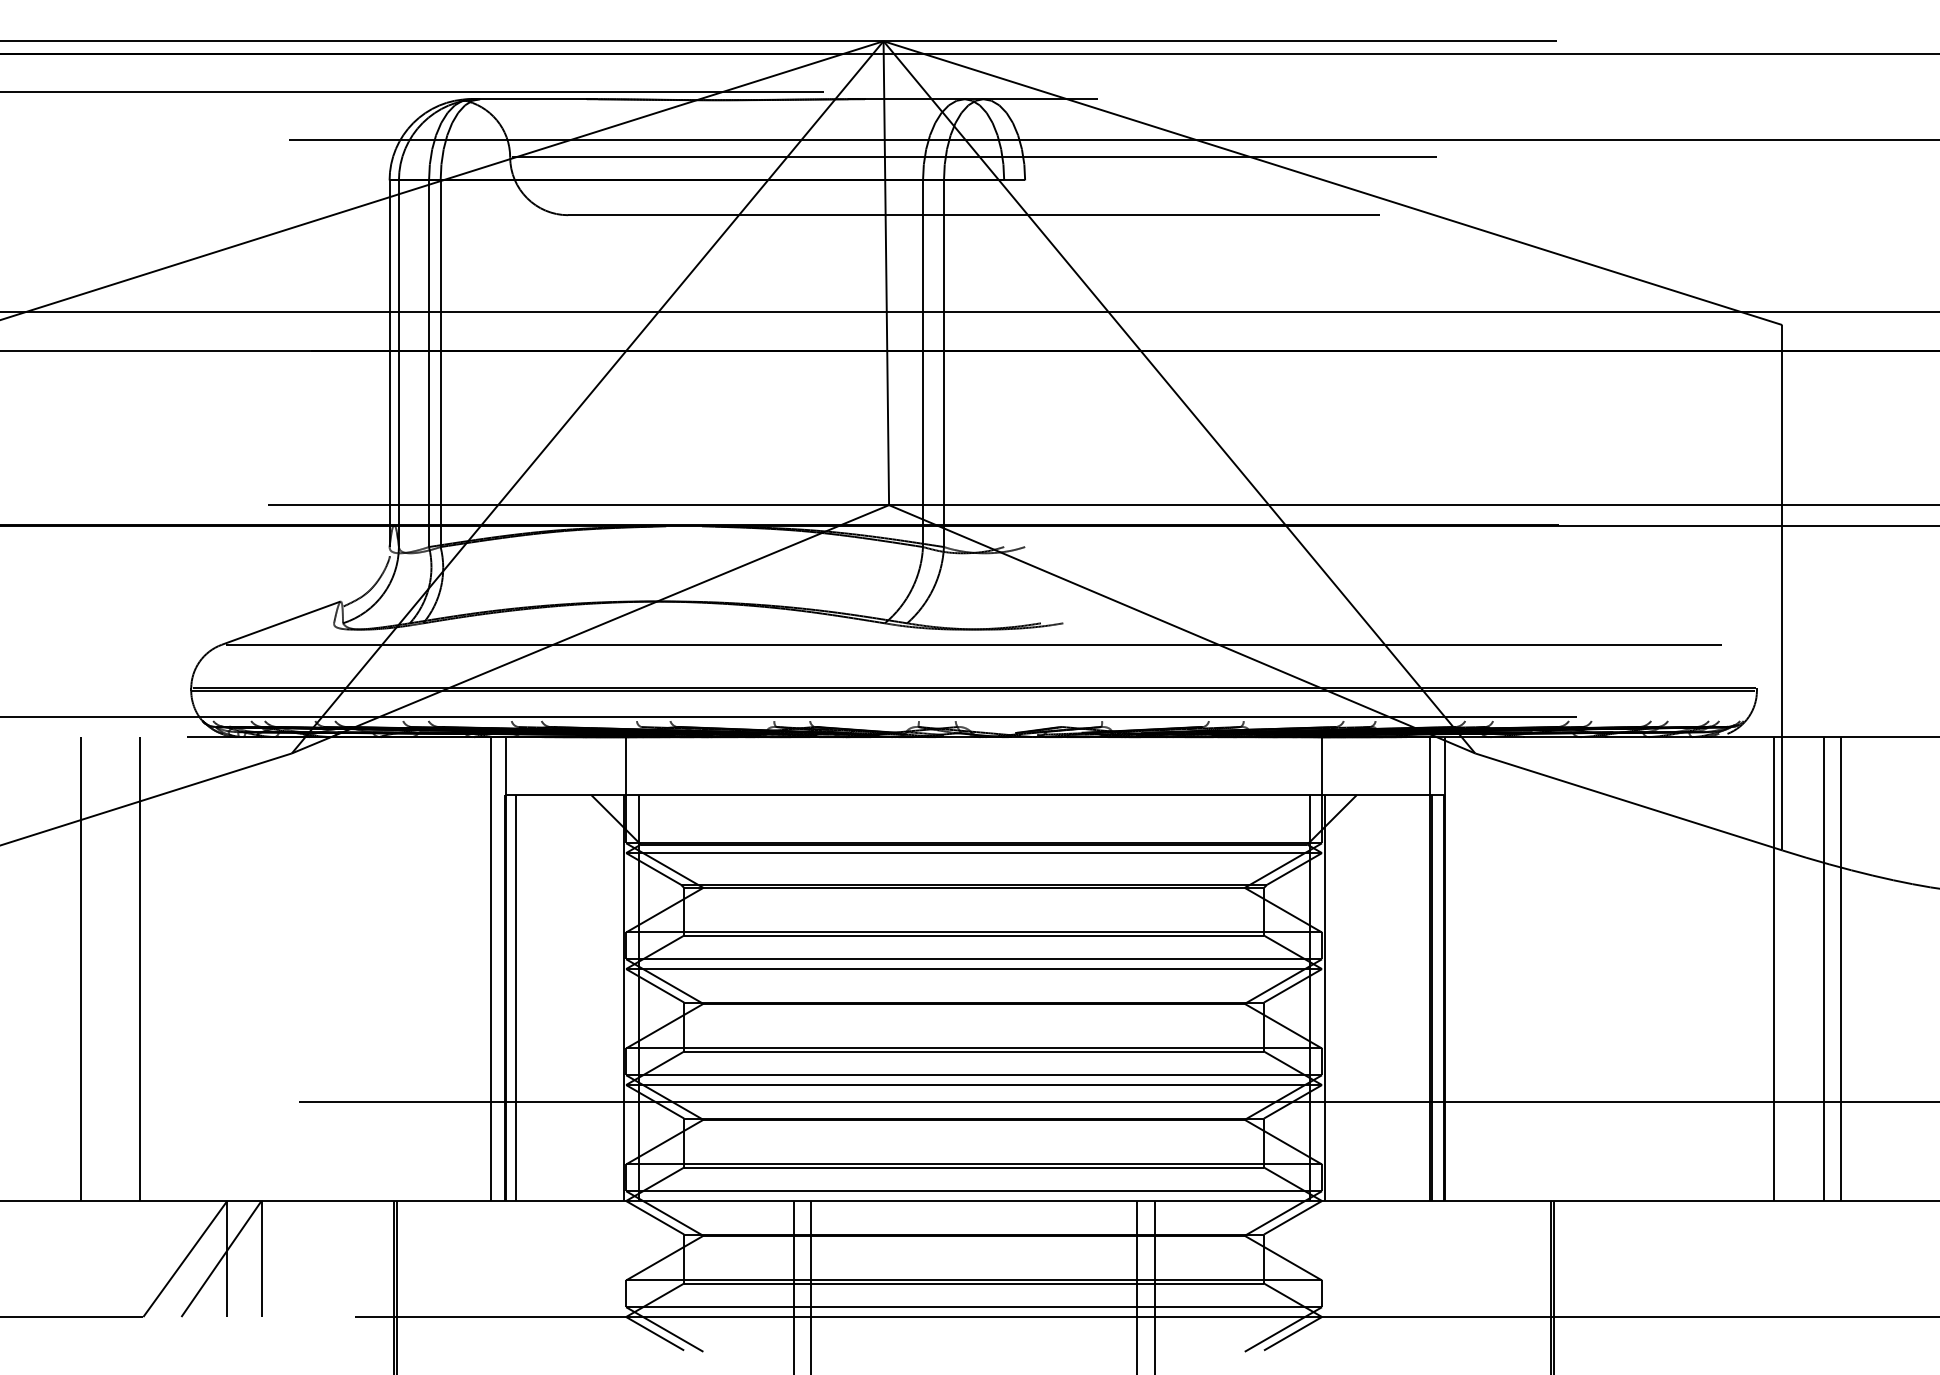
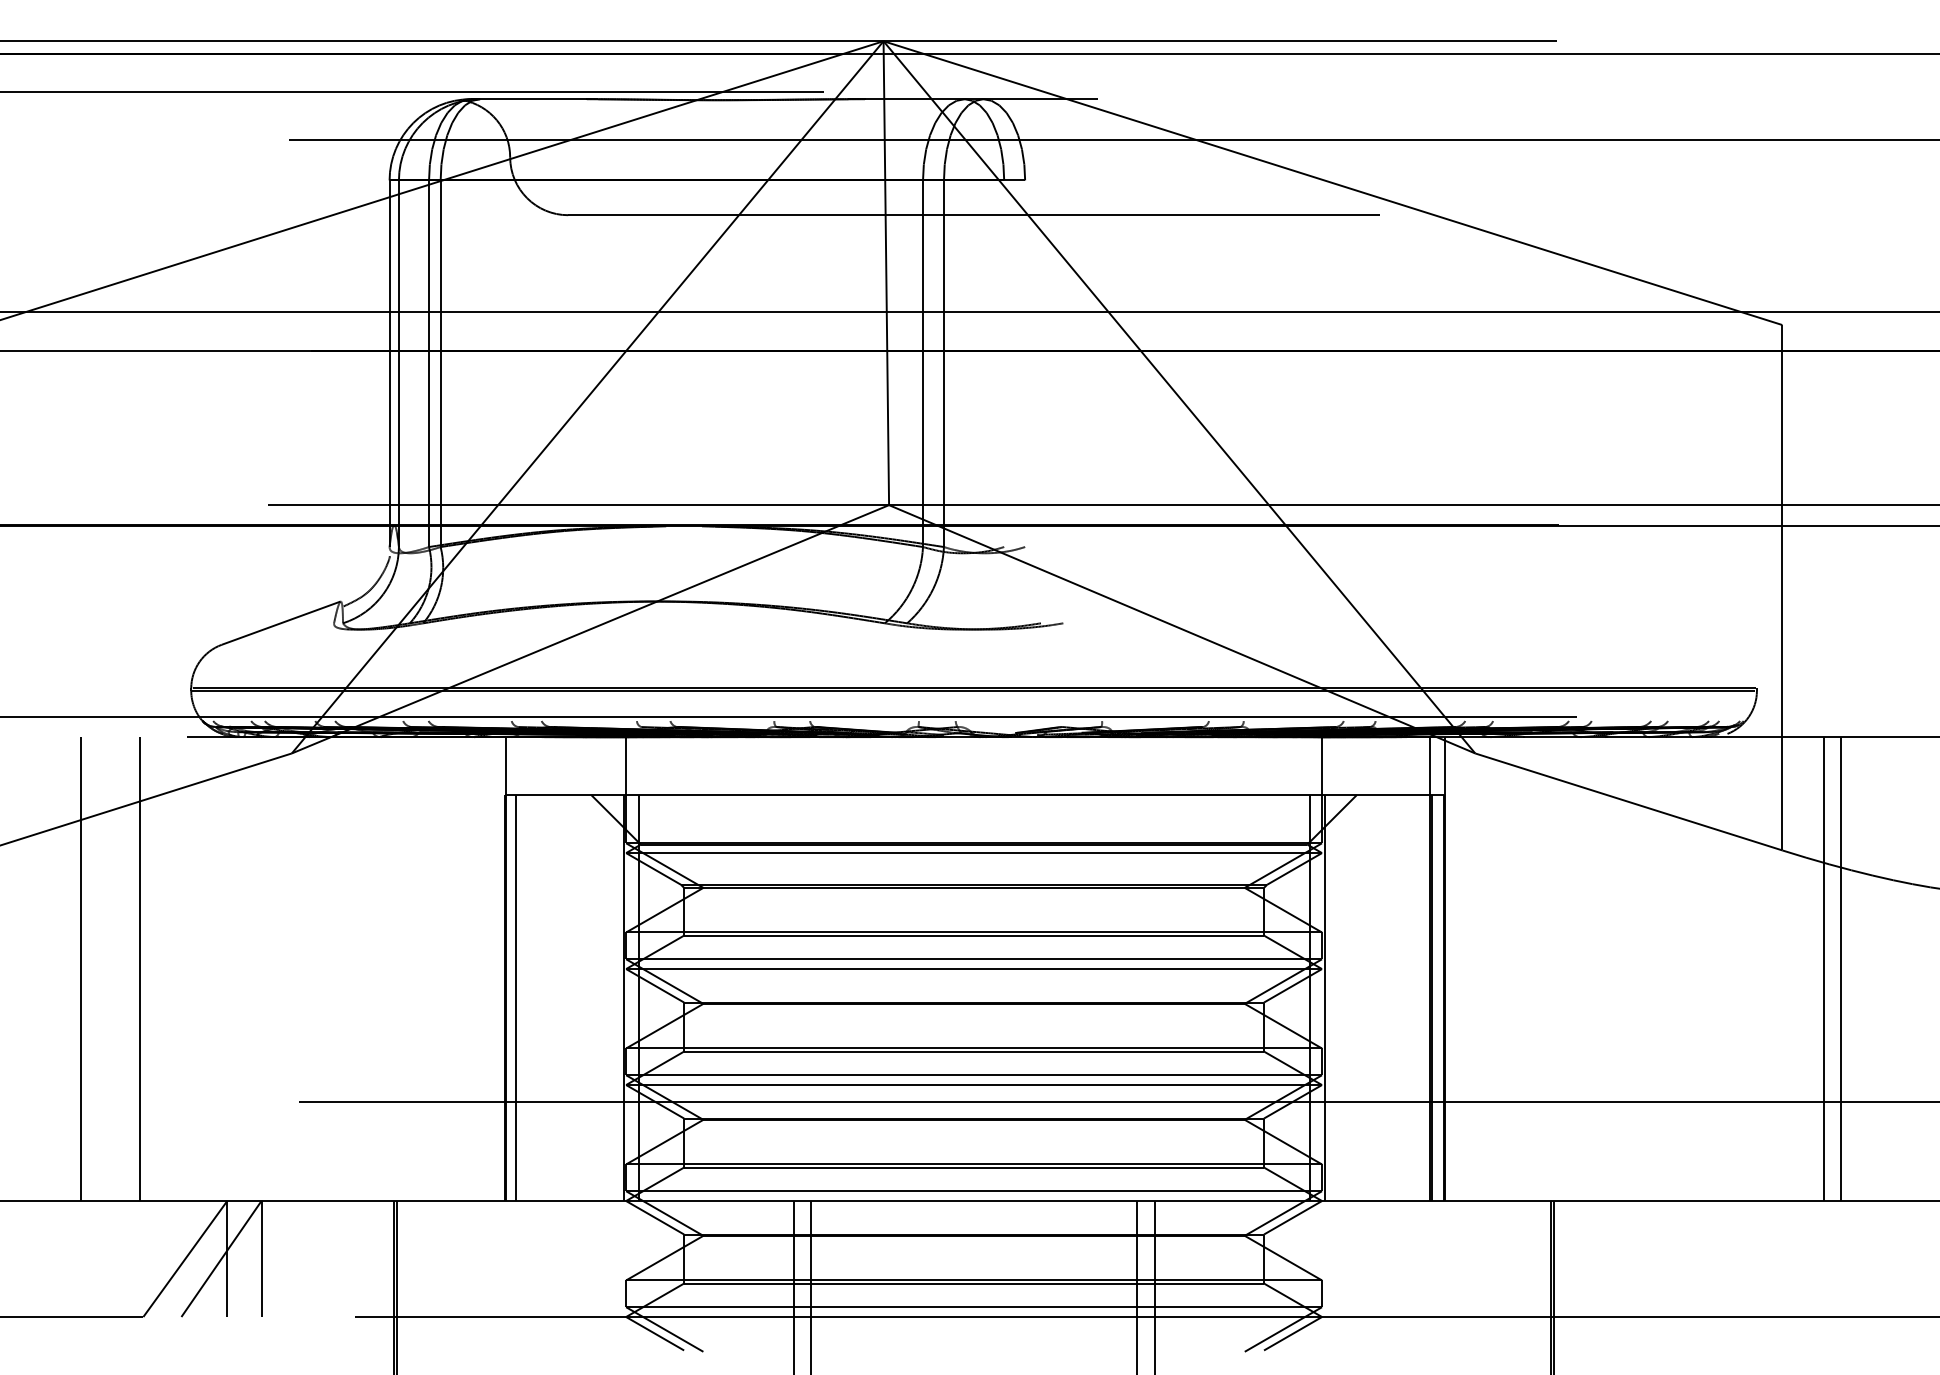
line at (974, 157): present -> none
line at (973, 644): present -> none
line at (490, 969): present -> none
line at (1773, 969): present -> none
